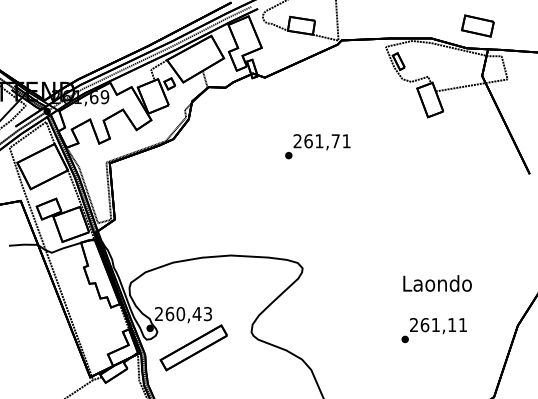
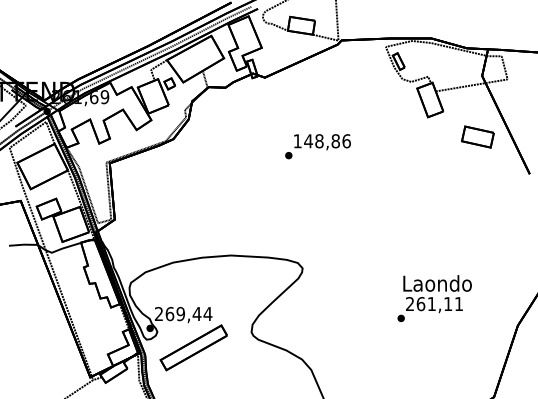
part at (477, 25) position: (477, 25) -> (477, 136)
text at (321, 141): 261,71 -> 148,86
text at (194, 313): 260,43 -> 269,44
text at (433, 330) position: (433, 330) -> (429, 309)
